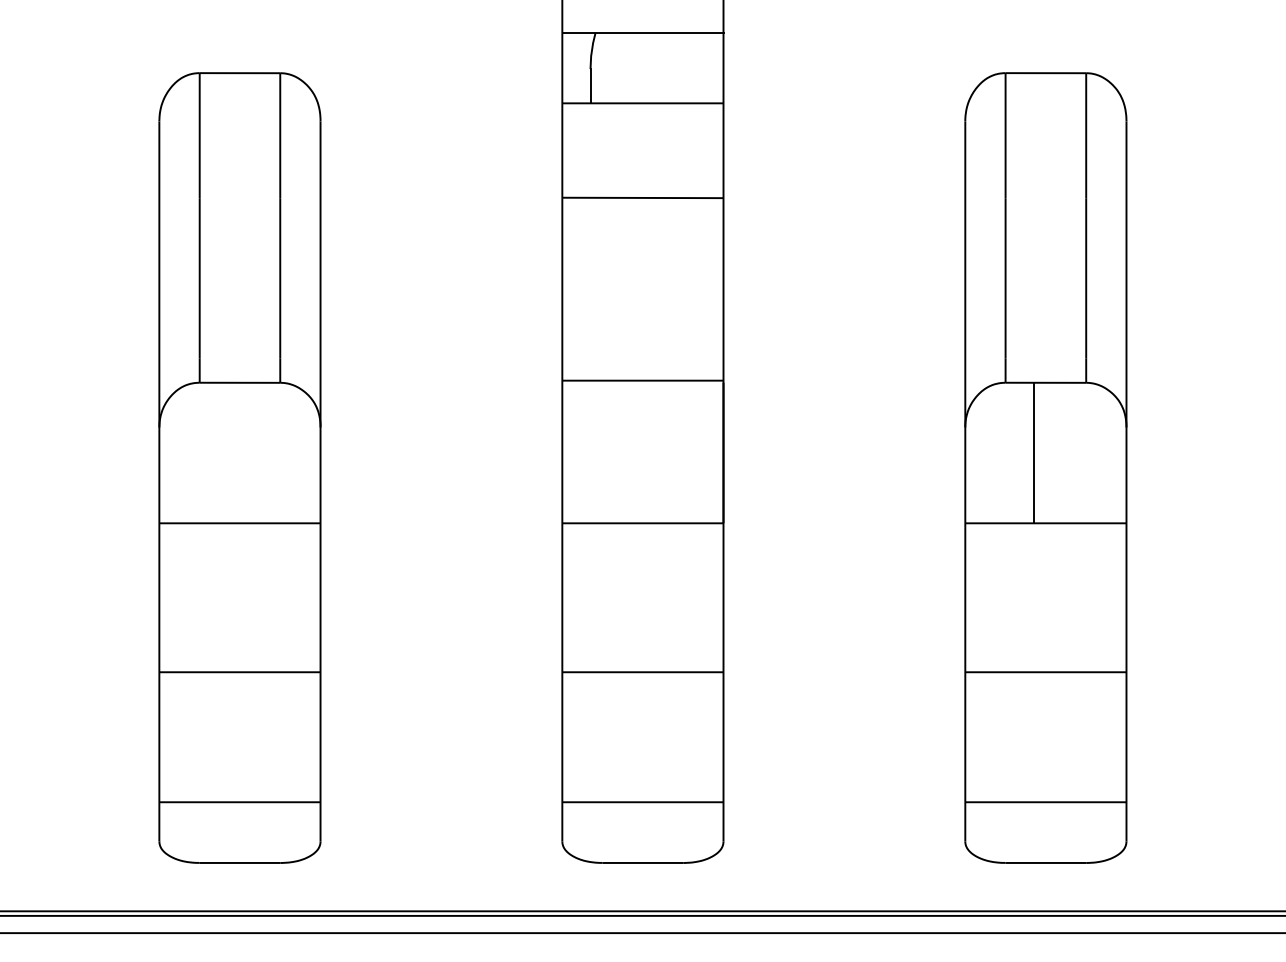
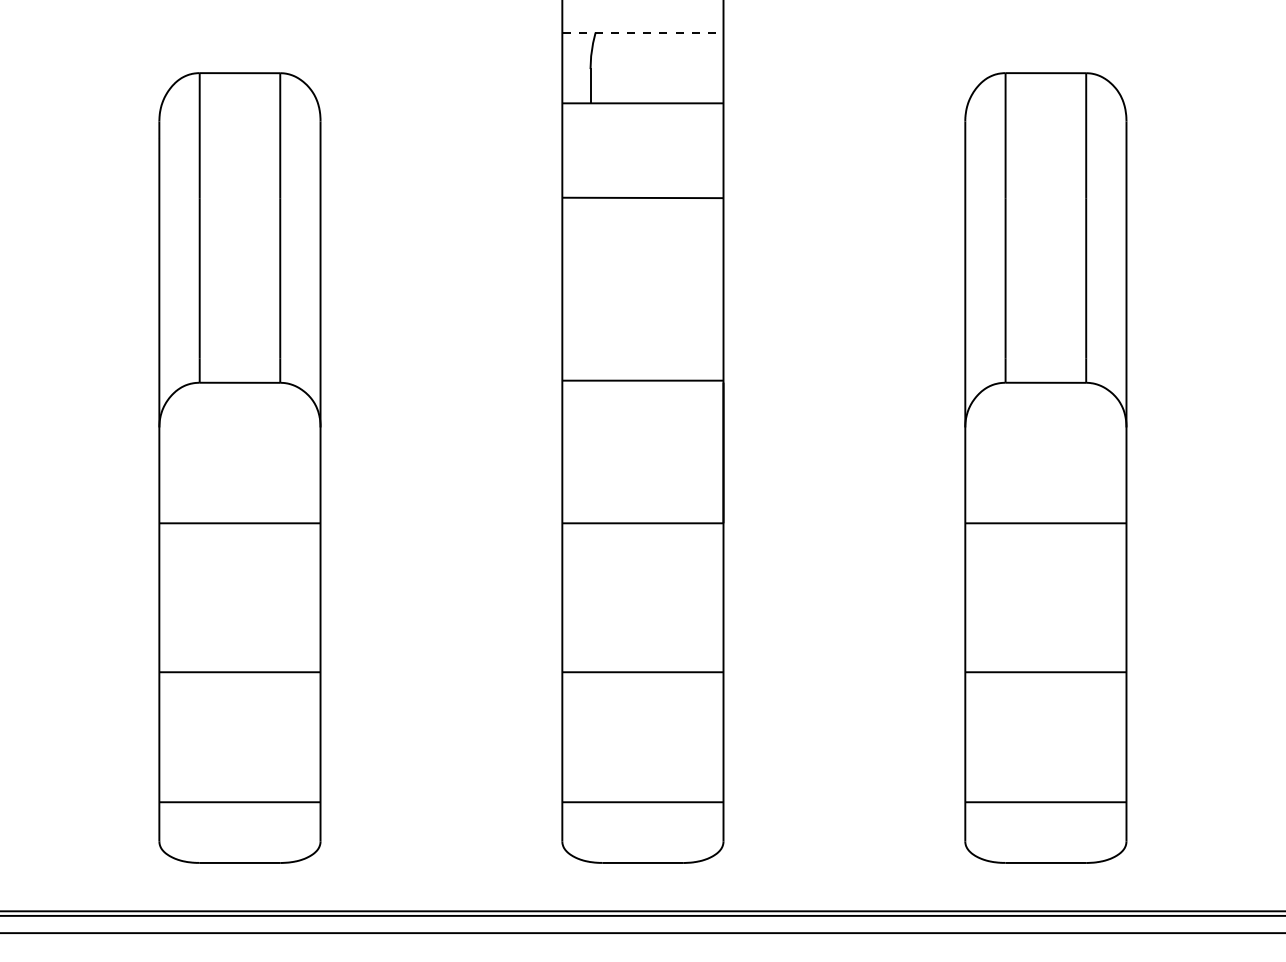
line at (643, 32): solid -> dashed
line at (1033, 452): present -> none
